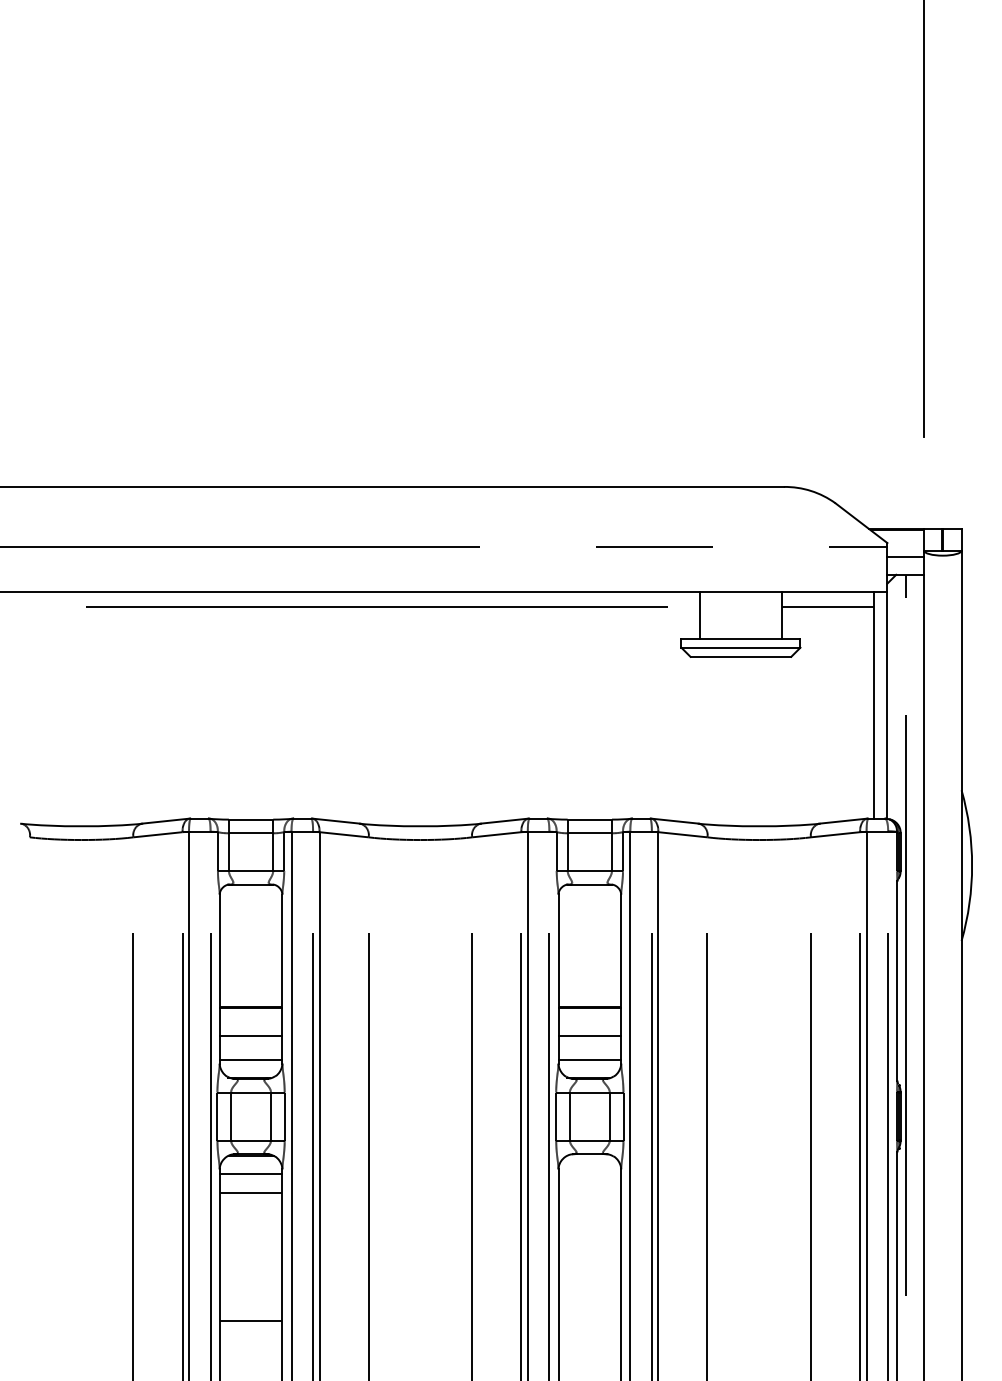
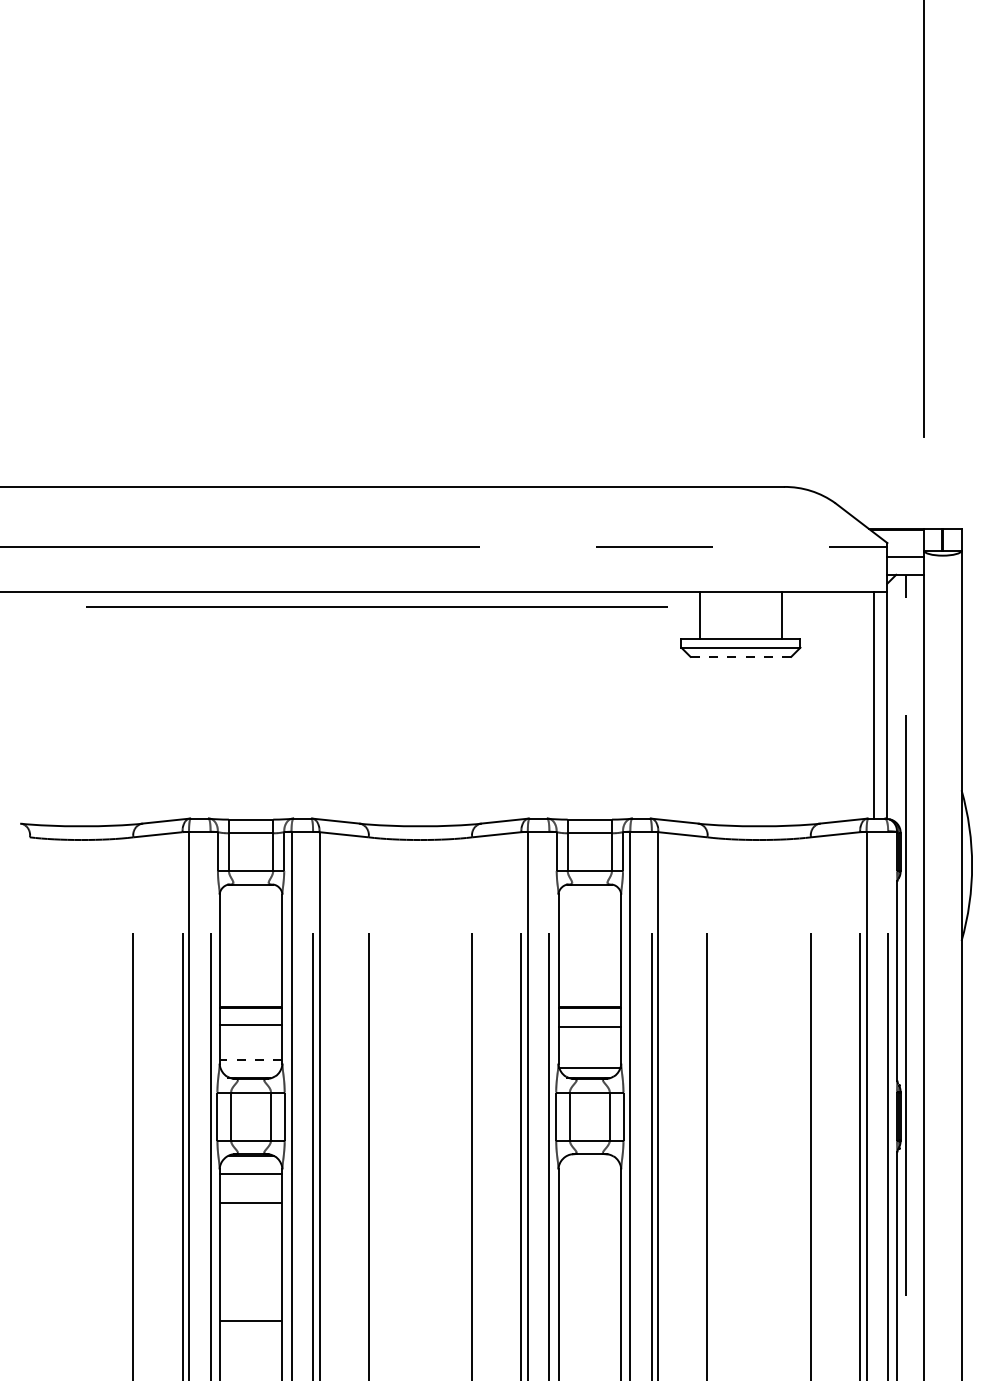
line at (827, 607): present -> none
line at (740, 656): solid -> dashed
line at (250, 1036) position: (250, 1036) -> (250, 1025)
line at (589, 1036) position: (589, 1036) -> (589, 1027)
line at (250, 1059): solid -> dashed
line at (589, 1059) position: (589, 1059) -> (589, 1067)
line at (250, 1192) position: (250, 1192) -> (250, 1202)
